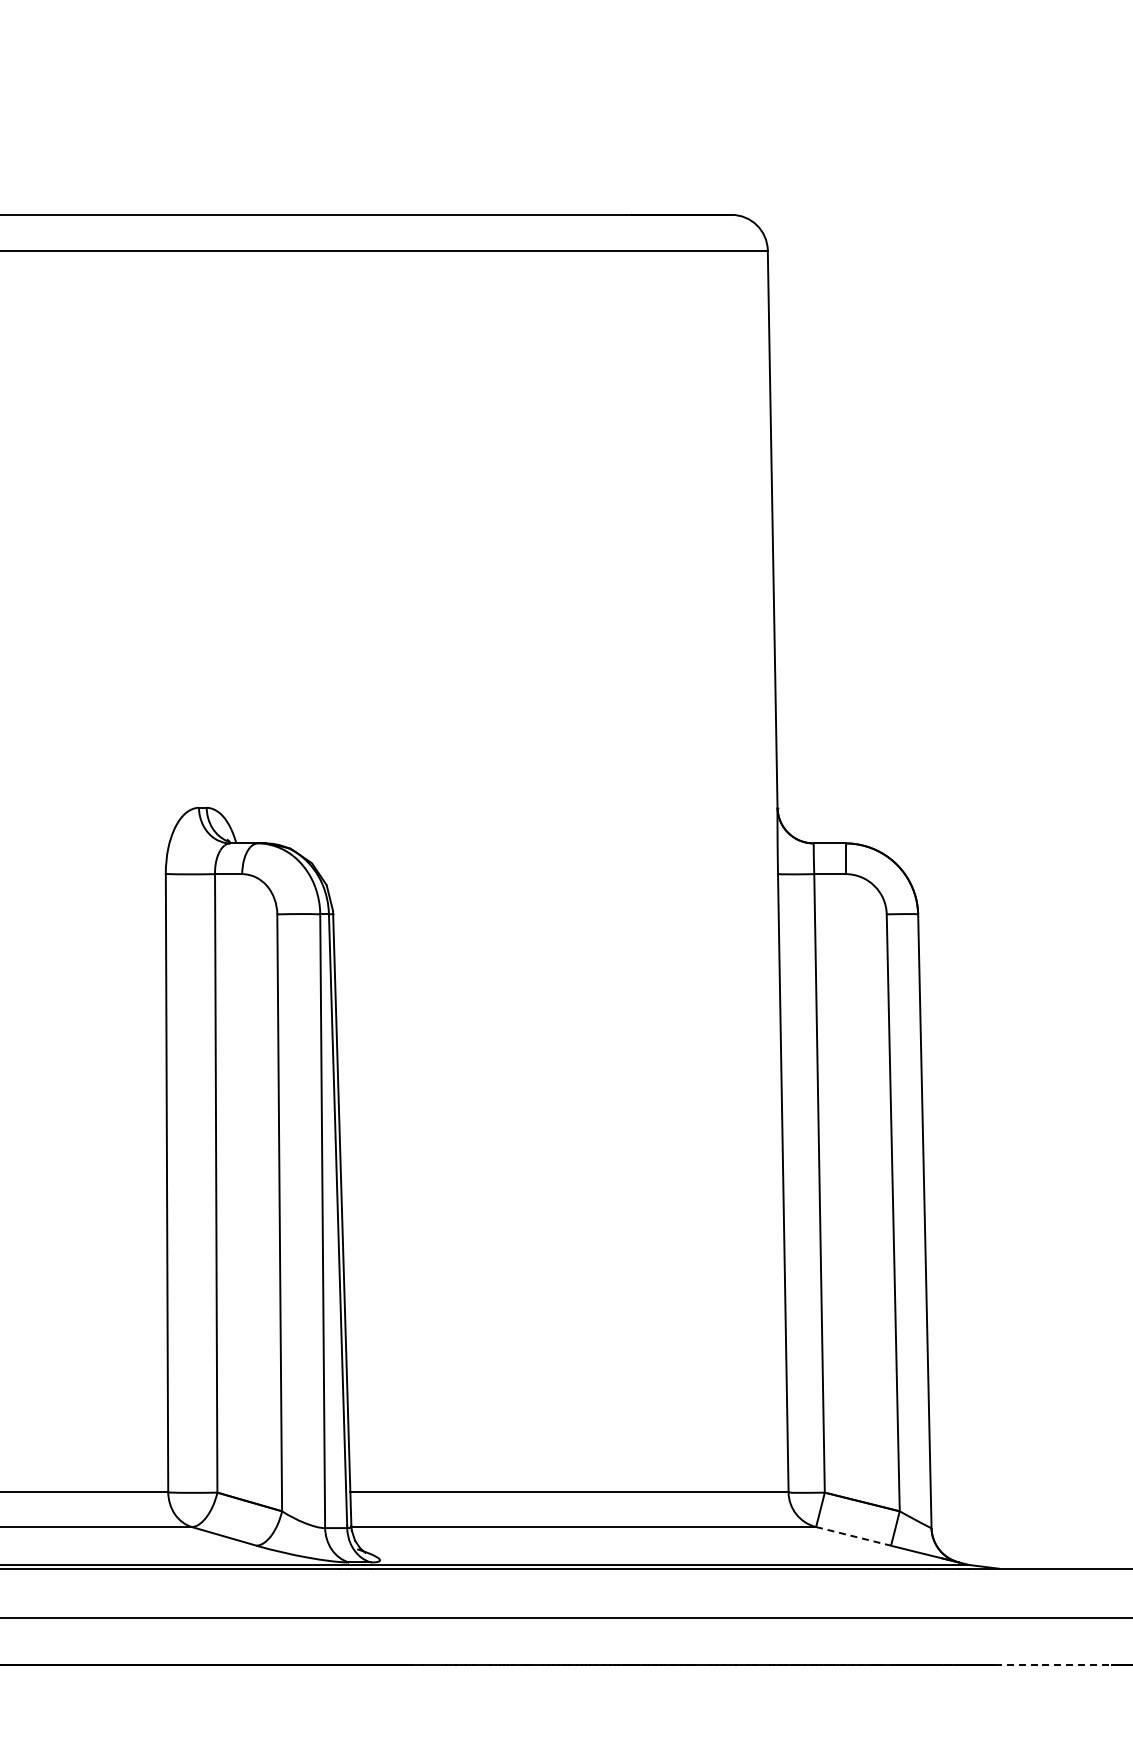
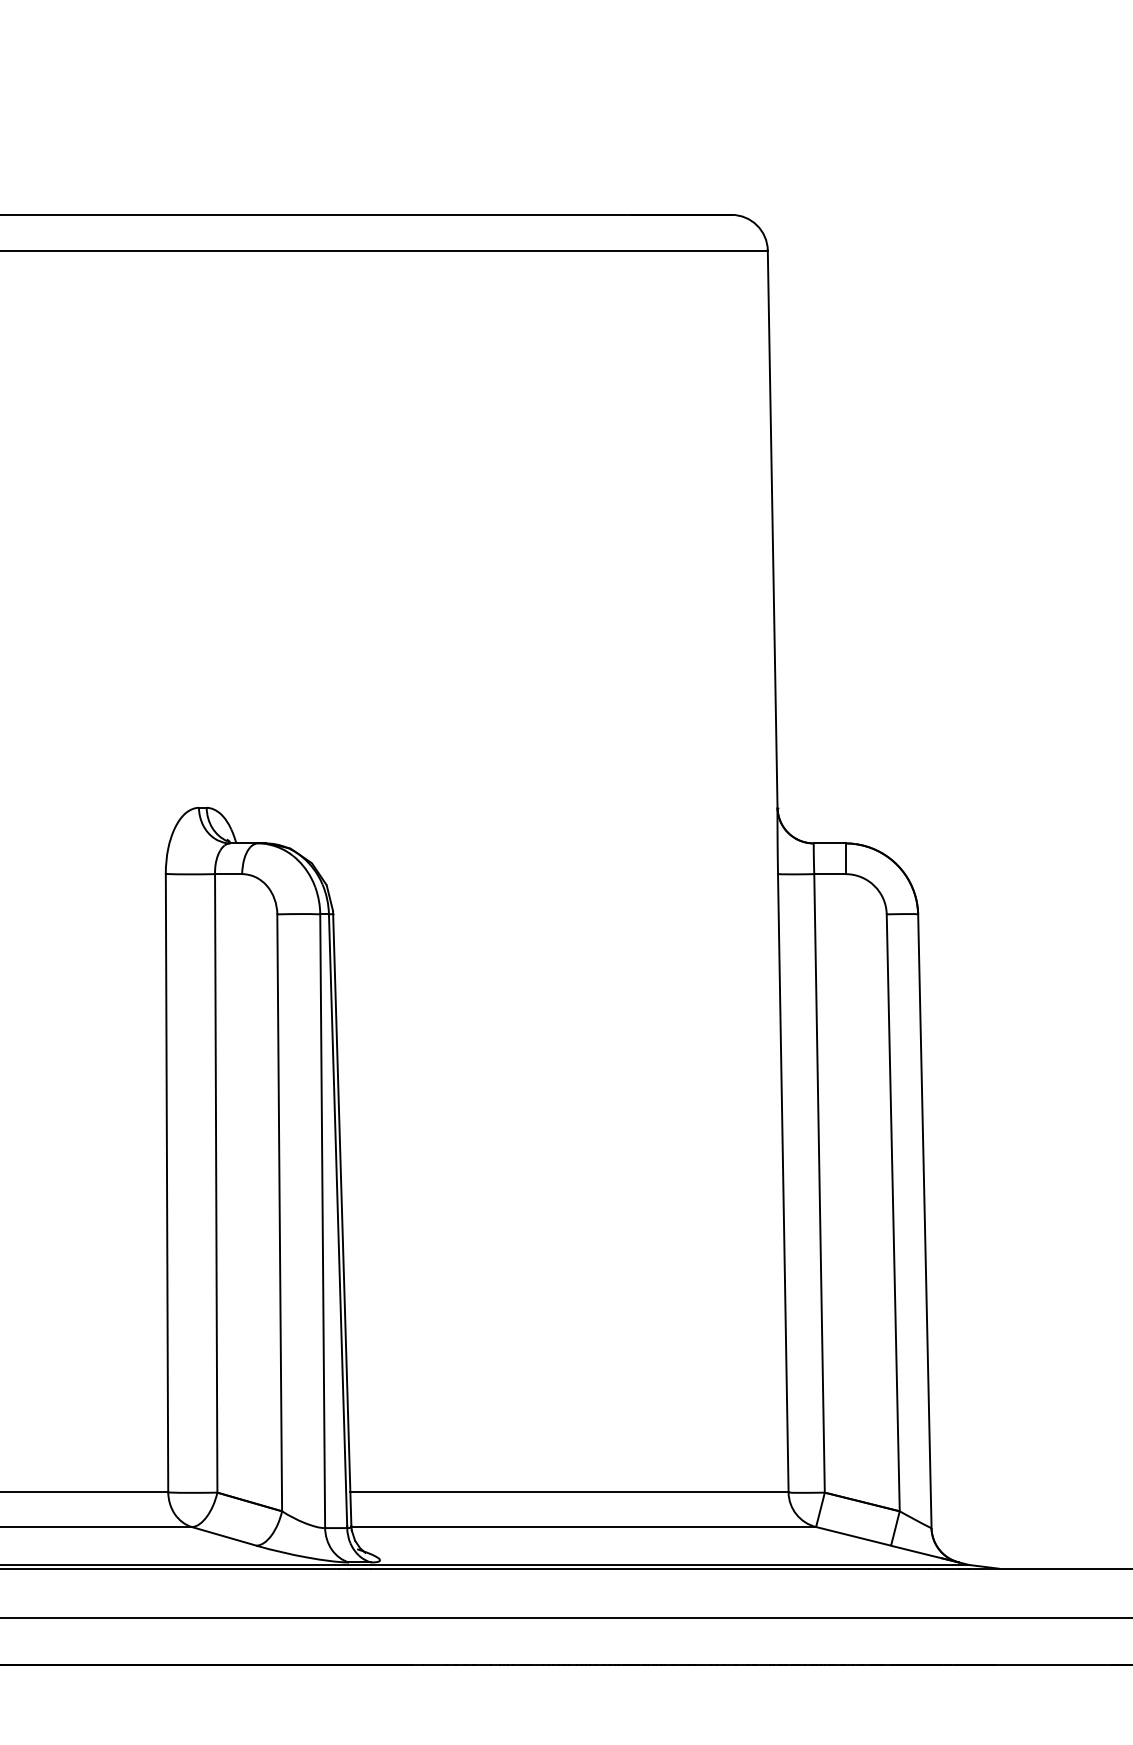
line at (853, 1536): dashed -> solid
line at (1053, 1665): dashed -> solid
